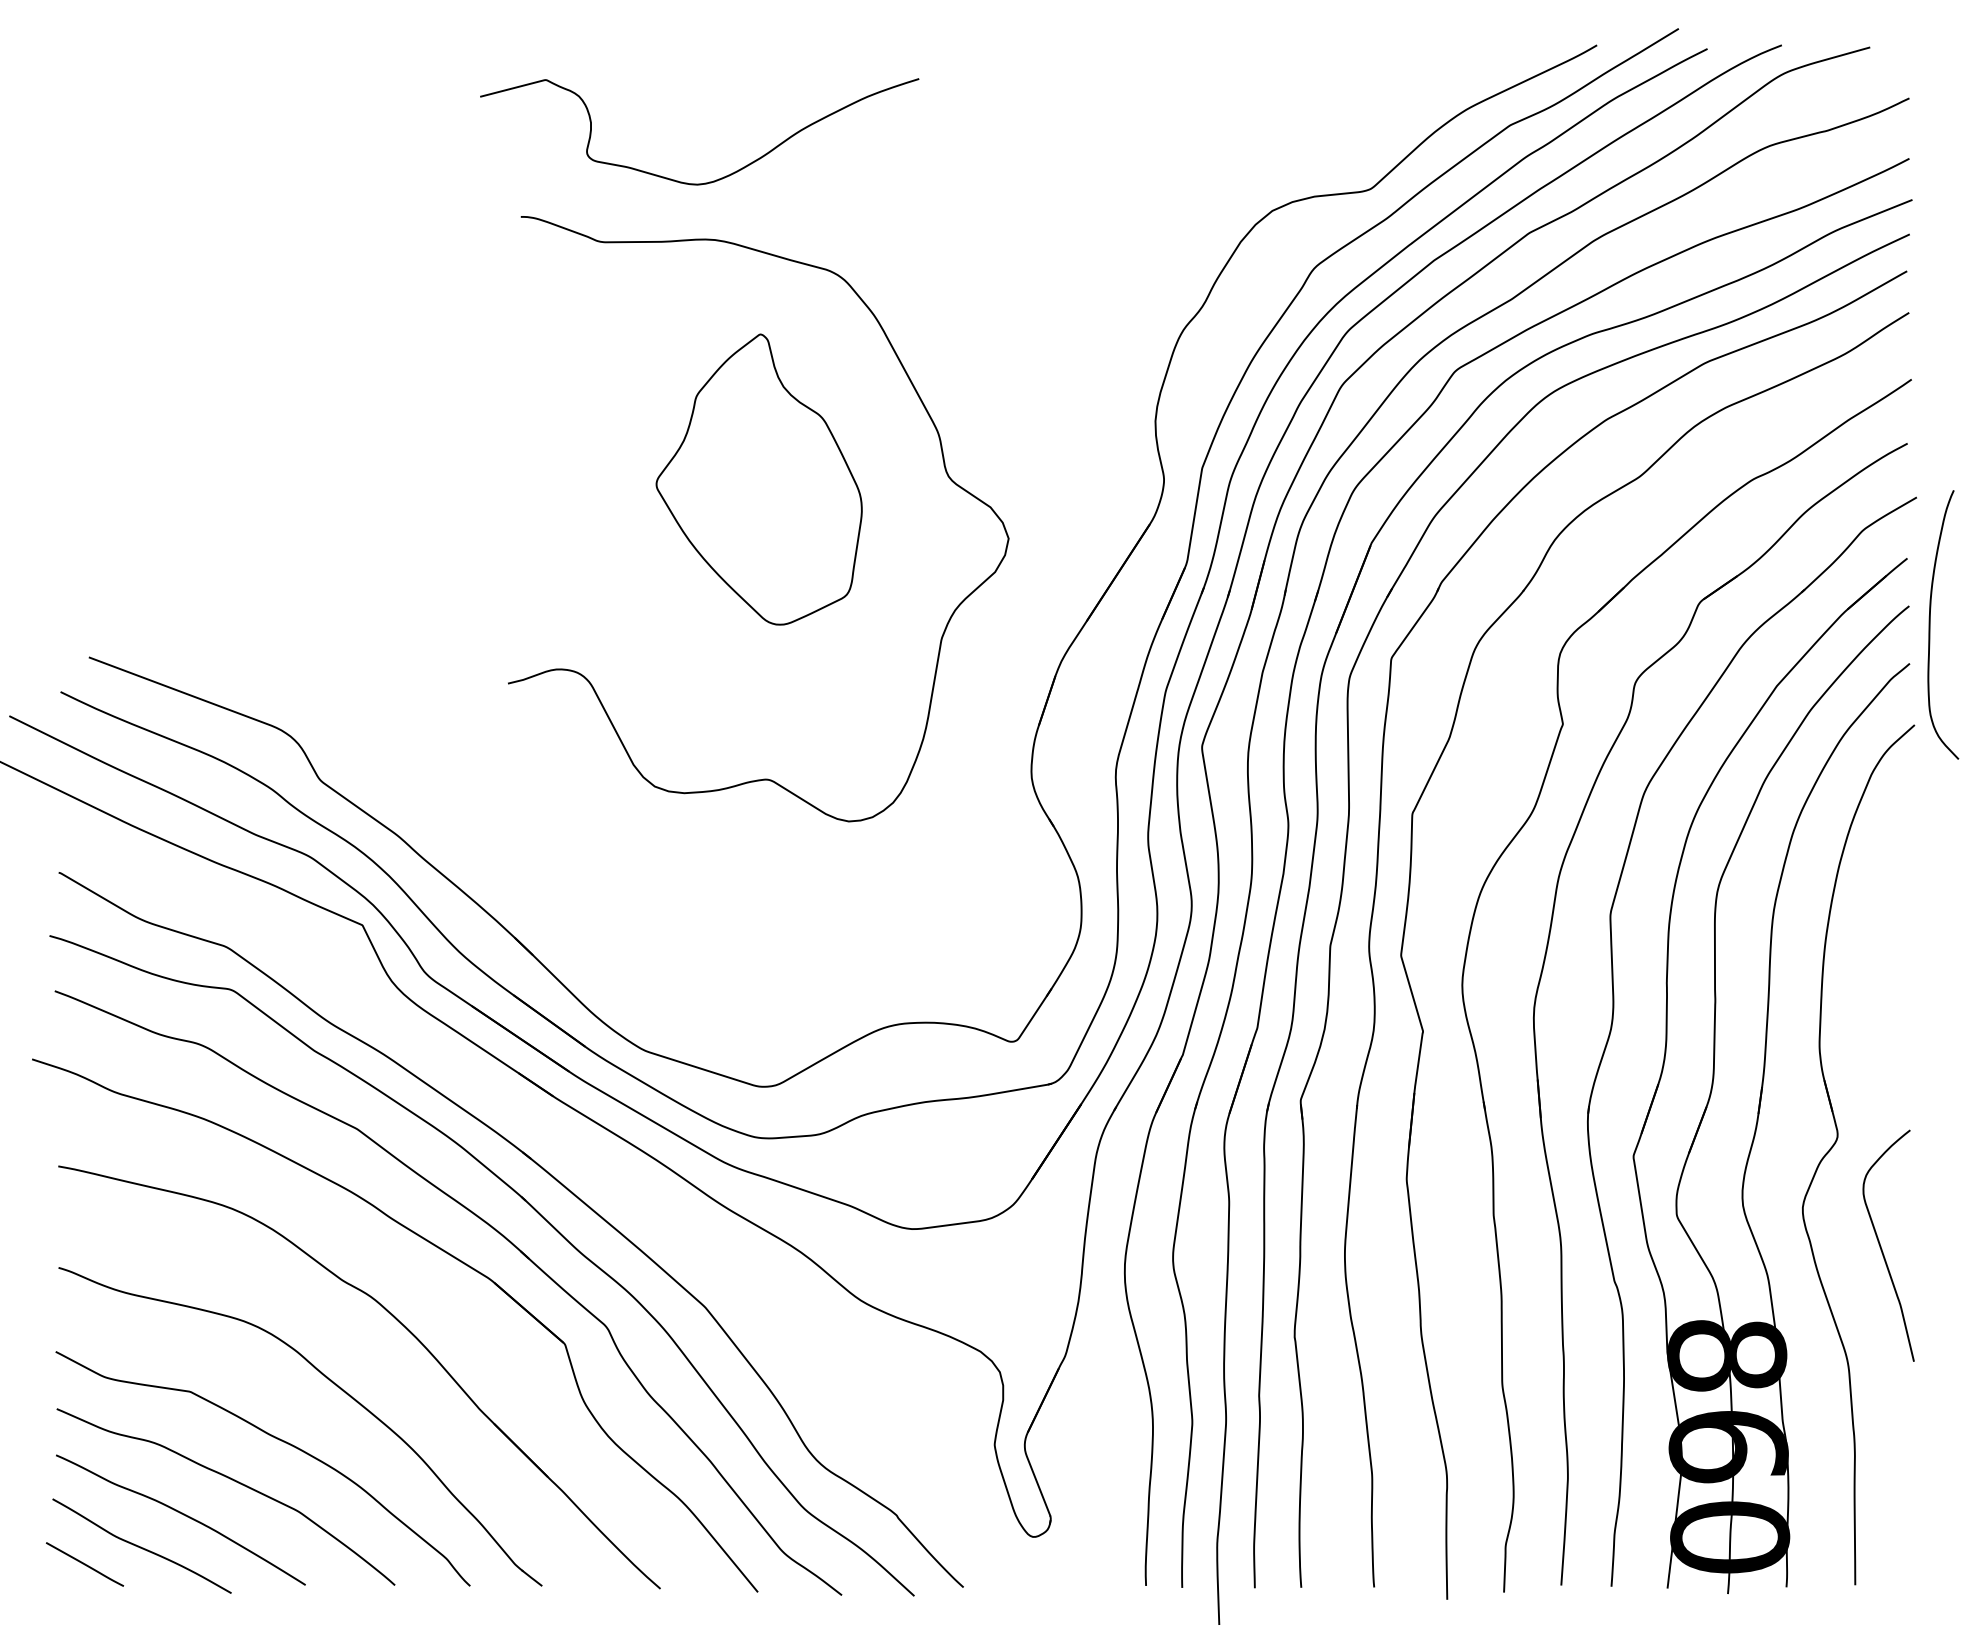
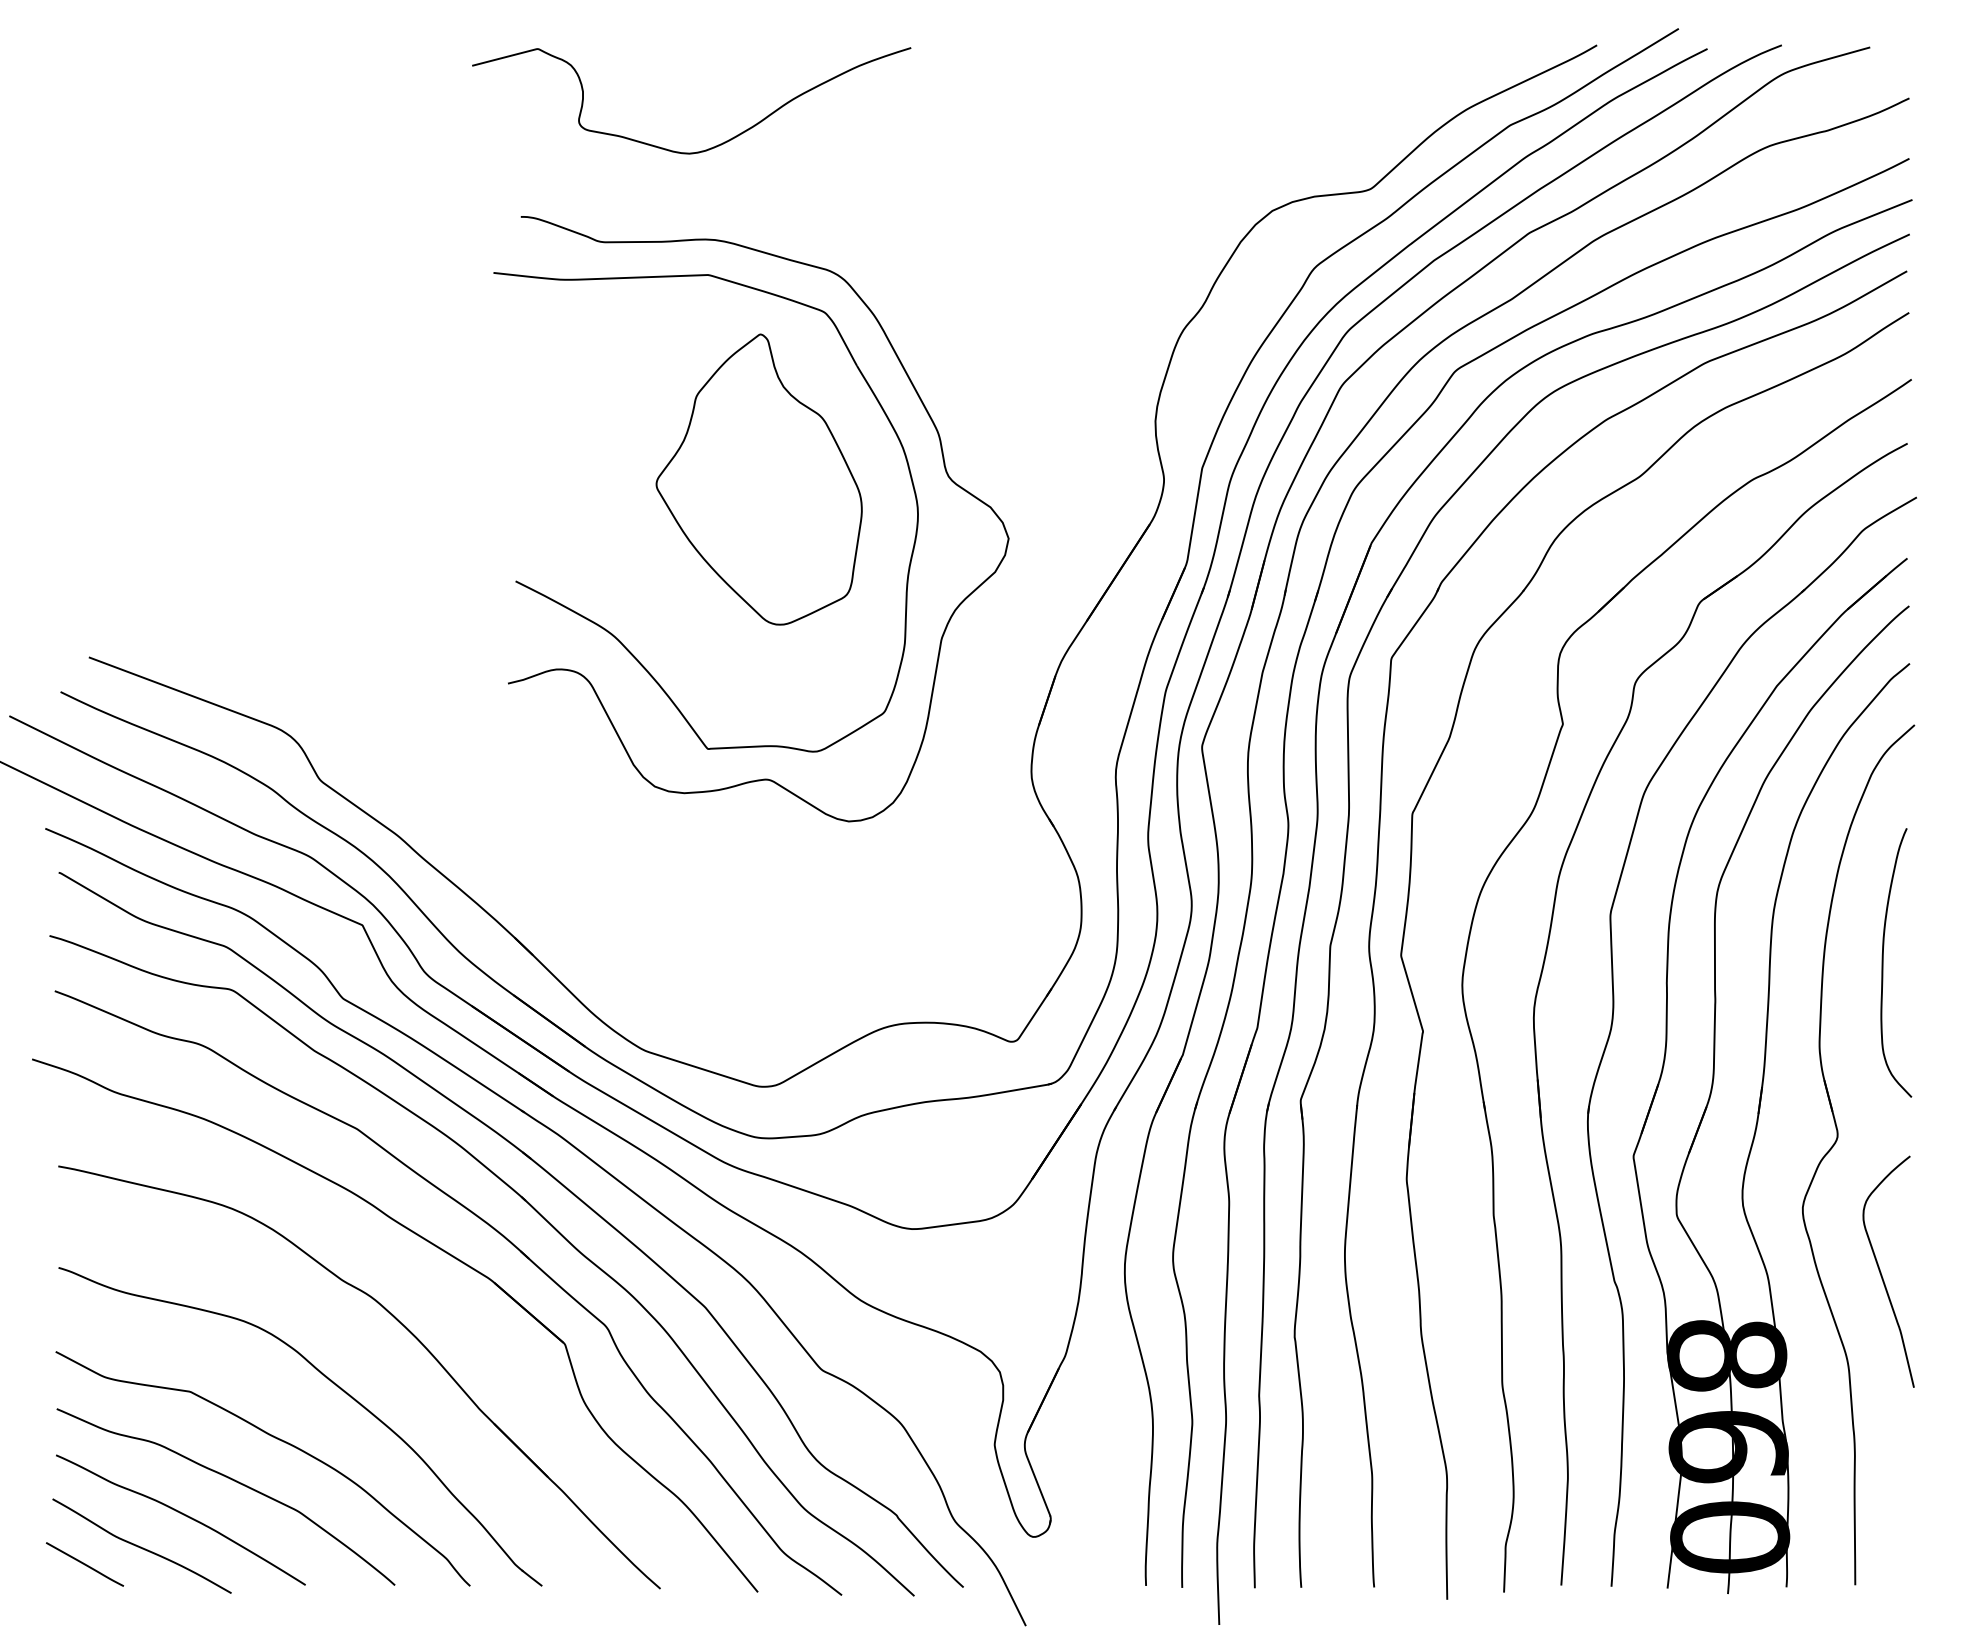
curve at (718, 178) position: (718, 178) -> (710, 147)
curve at (1930, 624) position: (1930, 624) -> (1883, 962)
part at (612, 633): none -> present
part at (587, 1158): none -> present
curve at (1881, 1246) position: (1881, 1246) -> (1881, 1272)
